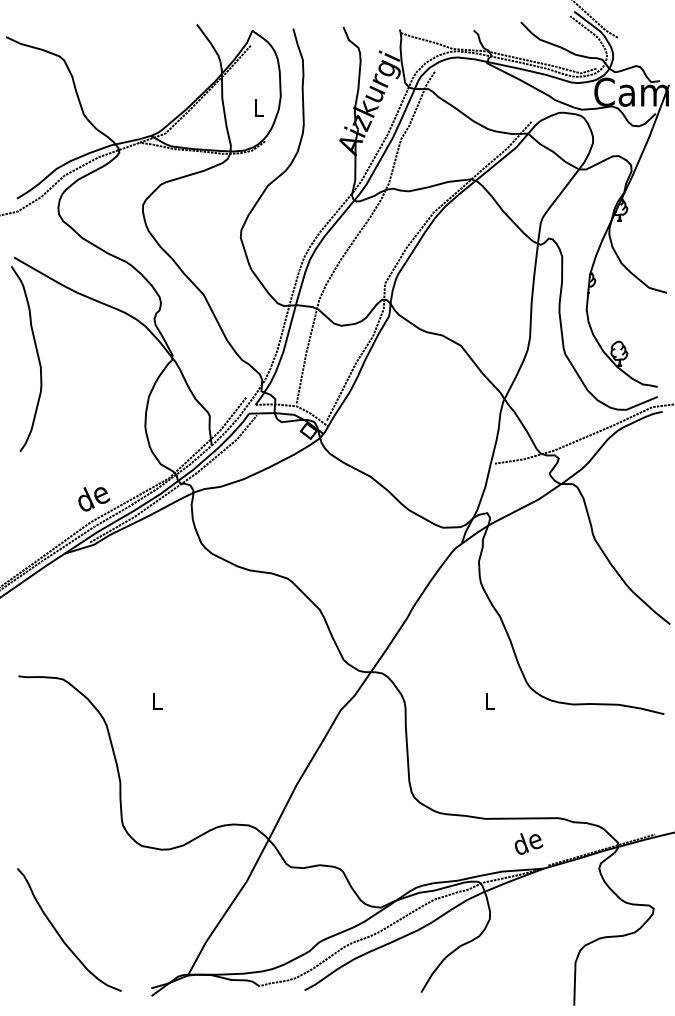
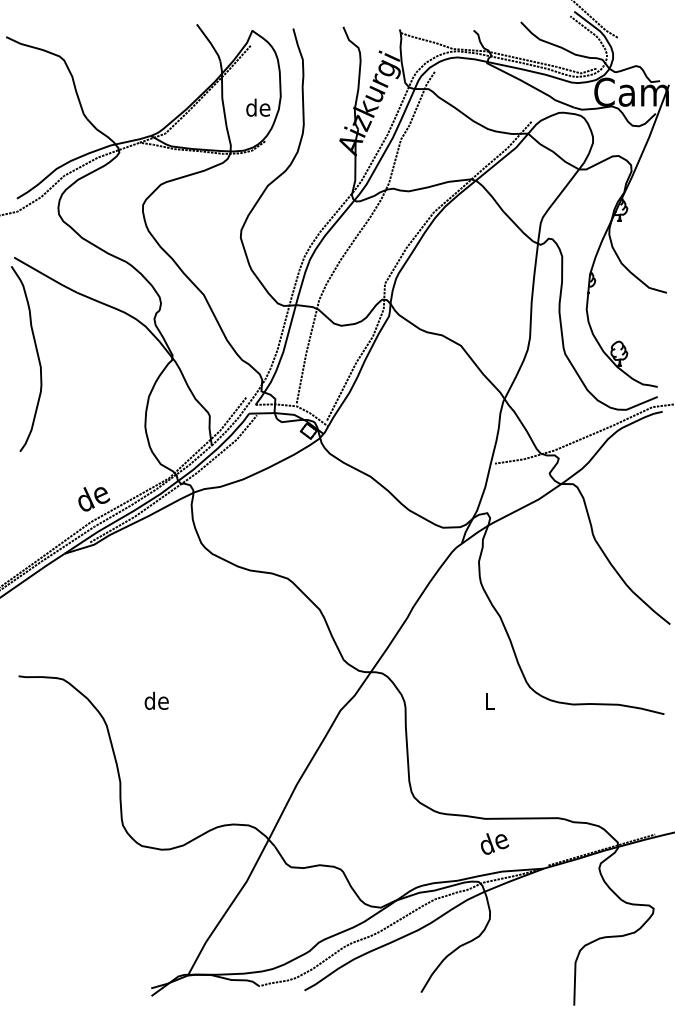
text at (258, 107): L -> de
text at (156, 700): L -> de
text at (529, 843) position: (529, 843) -> (495, 843)
curve at (61, 936): present -> none
